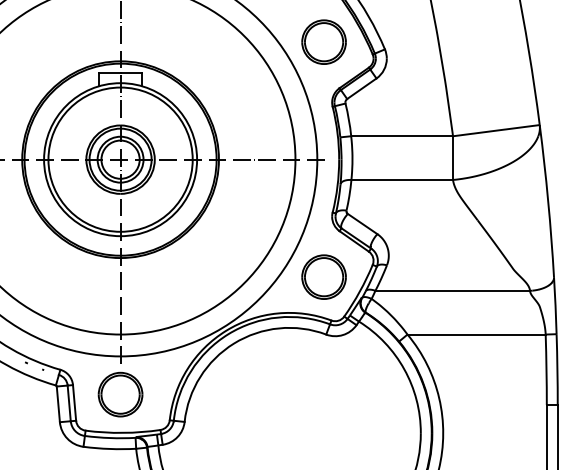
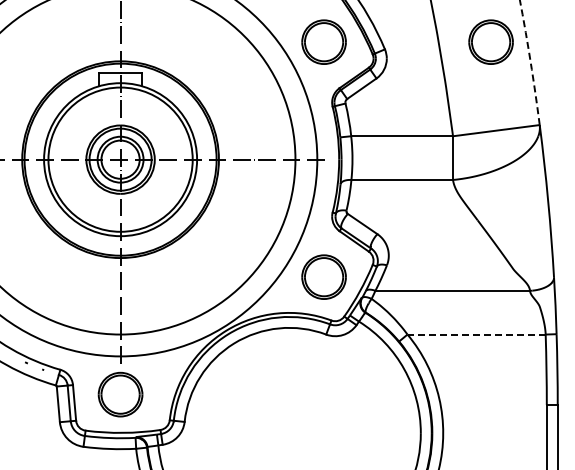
part at (490, 41): none -> present
arc at (530, 61): solid -> dashed
line at (476, 334): solid -> dashed
